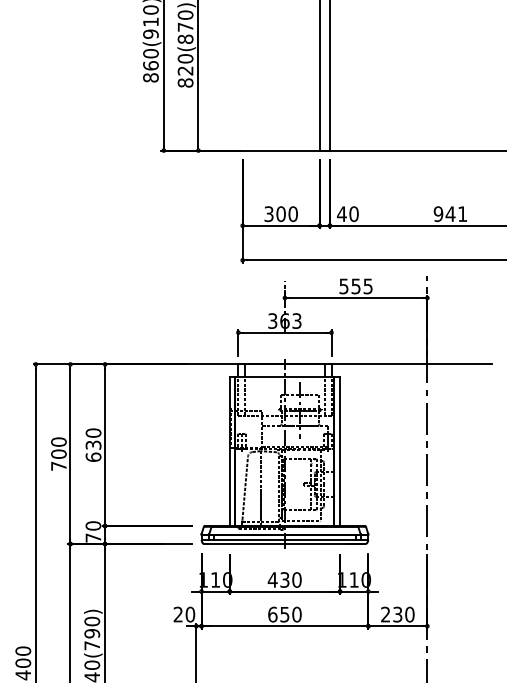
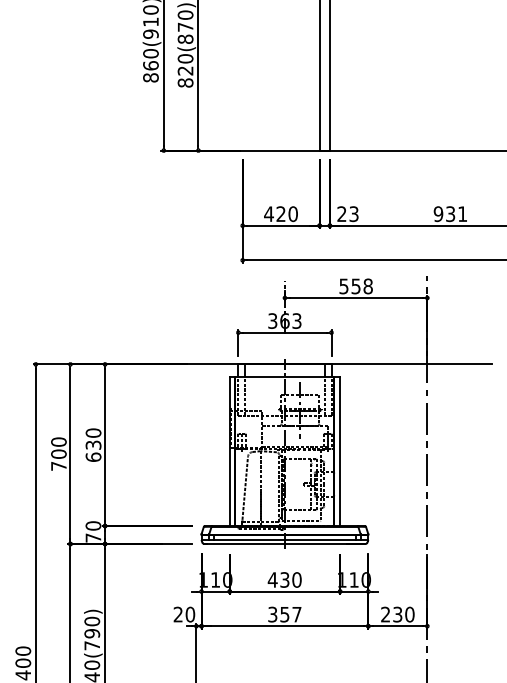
text at (274, 214): 300 -> 420
text at (347, 214): 40 -> 23
text at (450, 214): 941 -> 931
text at (367, 286): 555 -> 558
text at (284, 614): 650 -> 357
